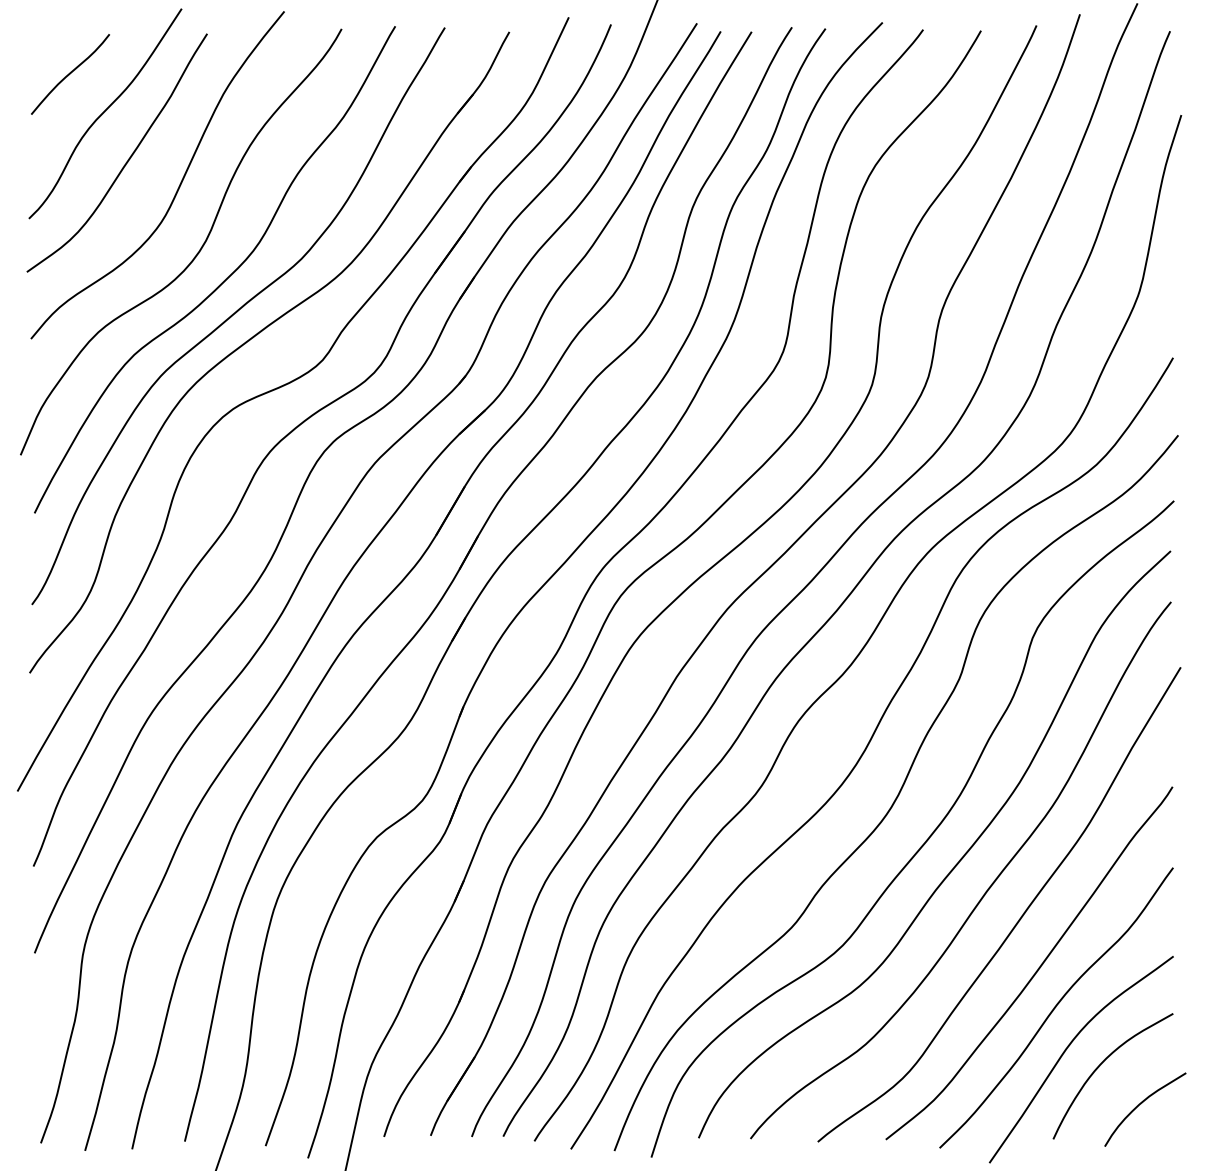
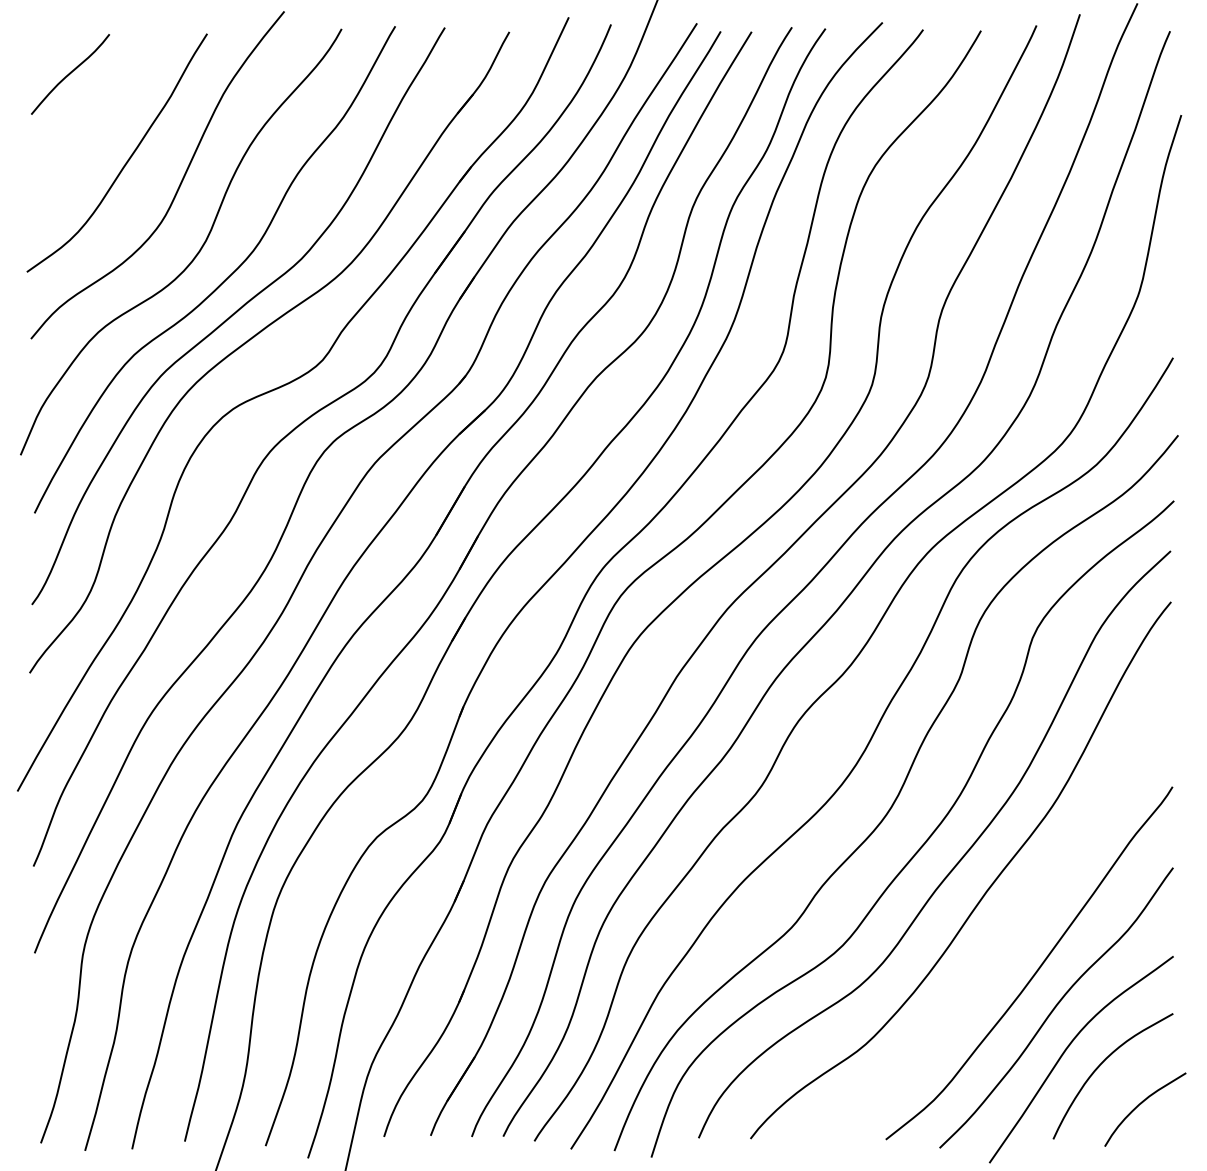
curve at (104, 112): present -> none
curve at (1018, 919): present -> none
